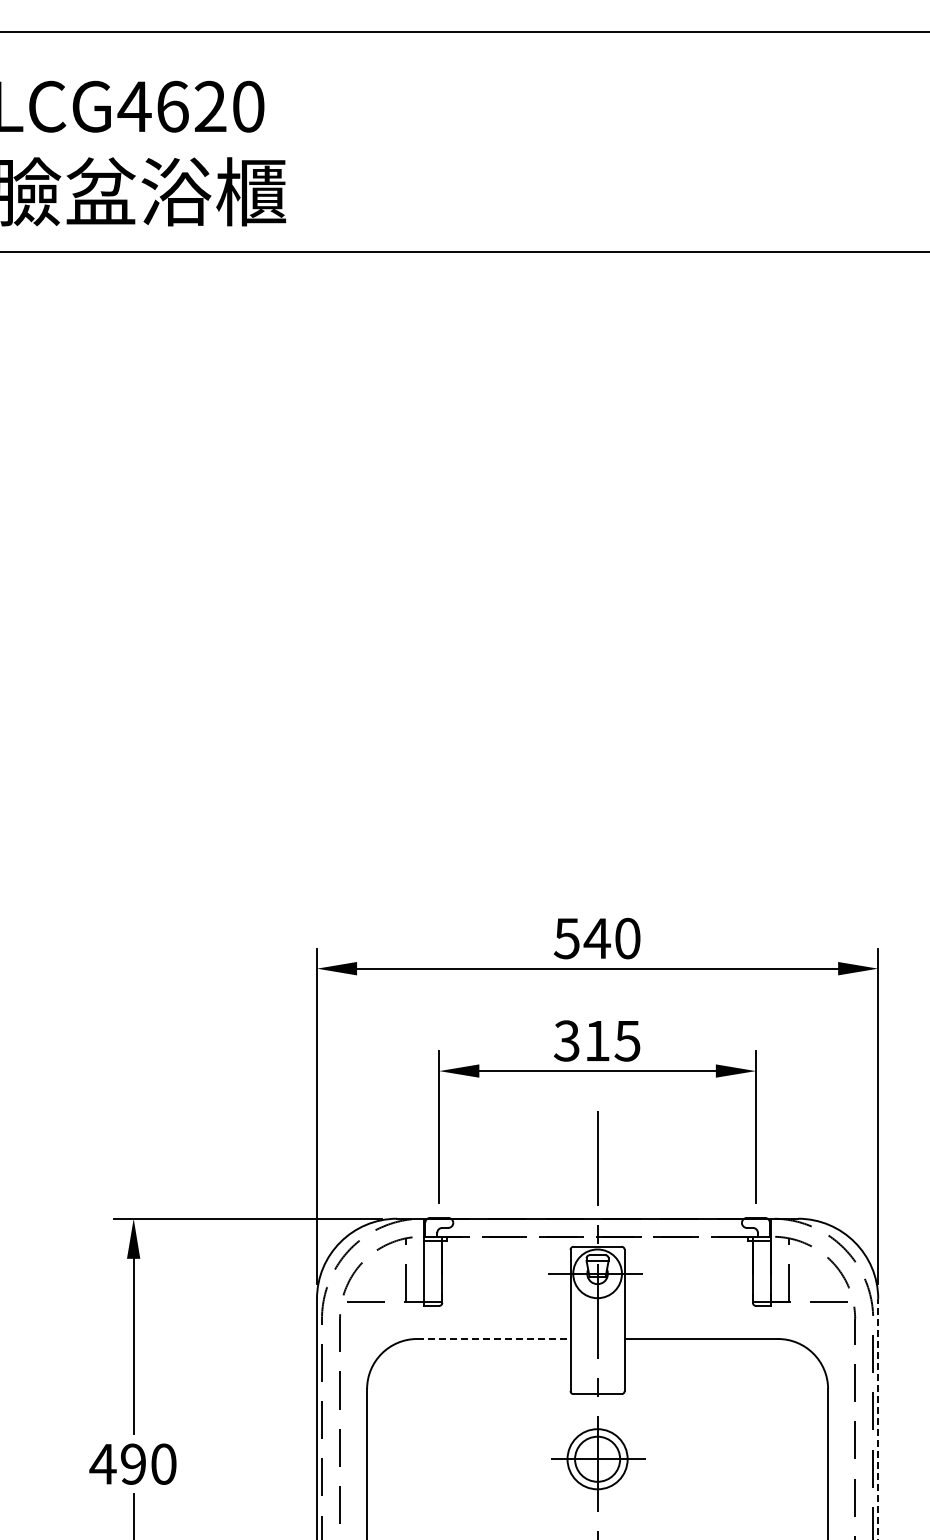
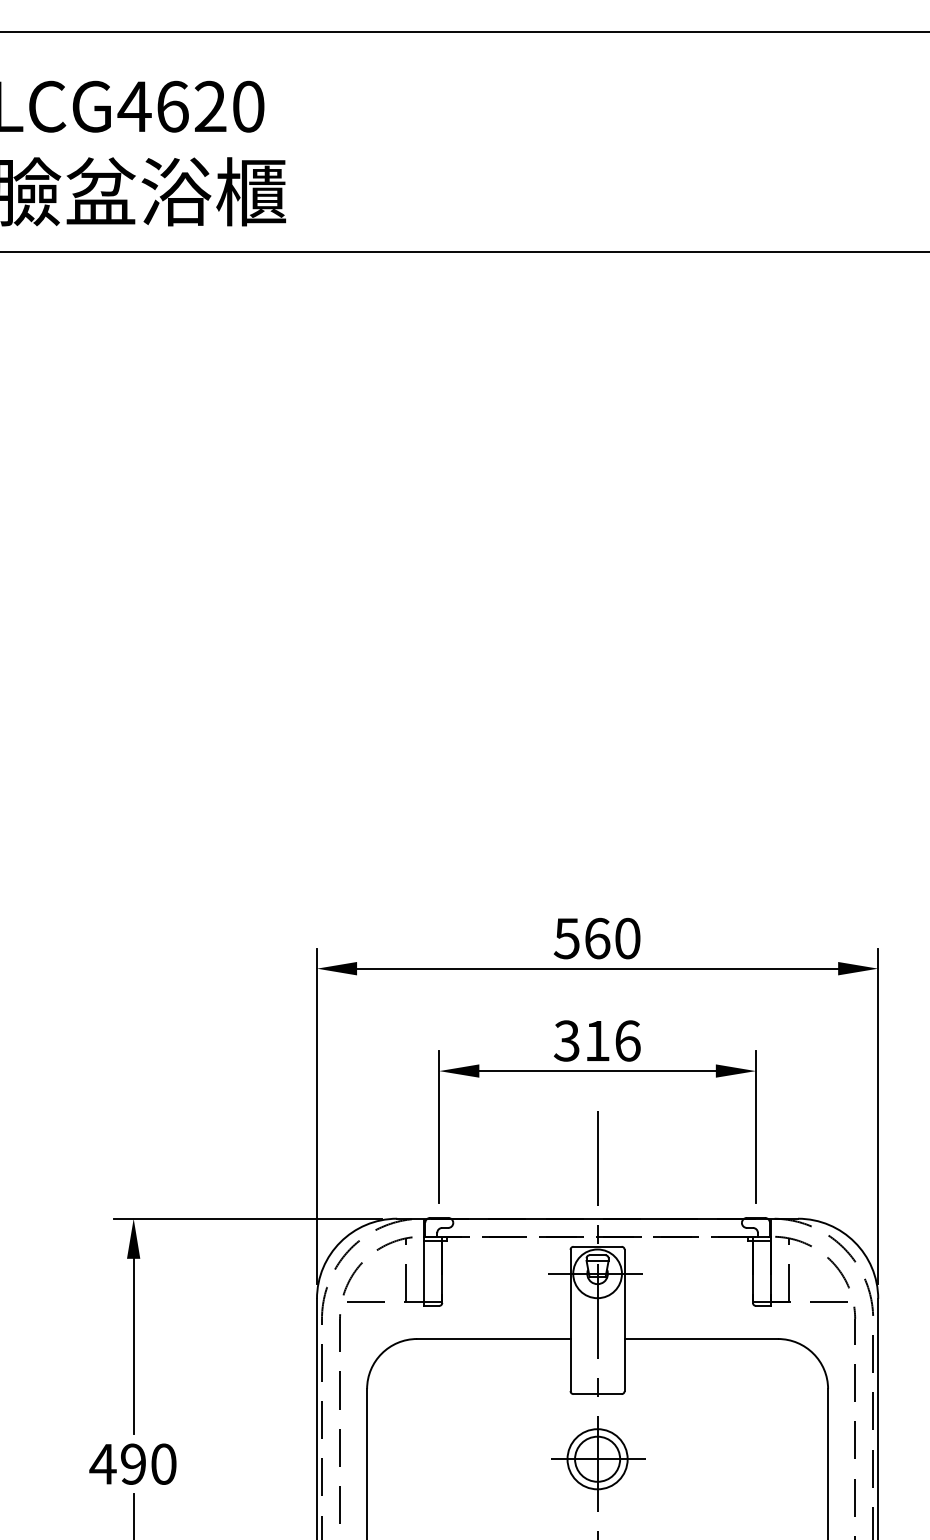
text at (596, 938): 540 -> 560
text at (627, 1040): 315 -> 316
line at (493, 1338): dashed -> solid
line at (878, 1418): dashed -> solid
